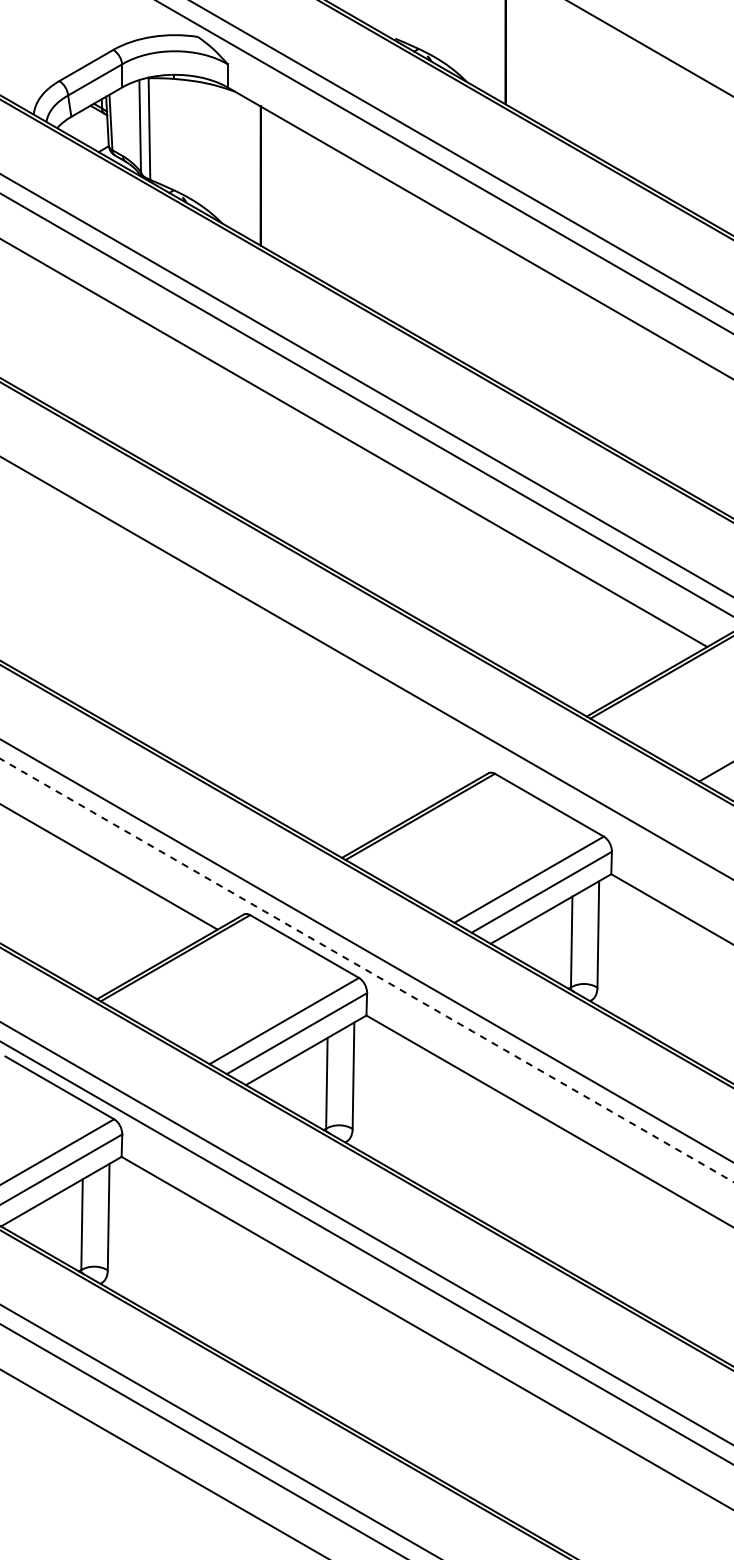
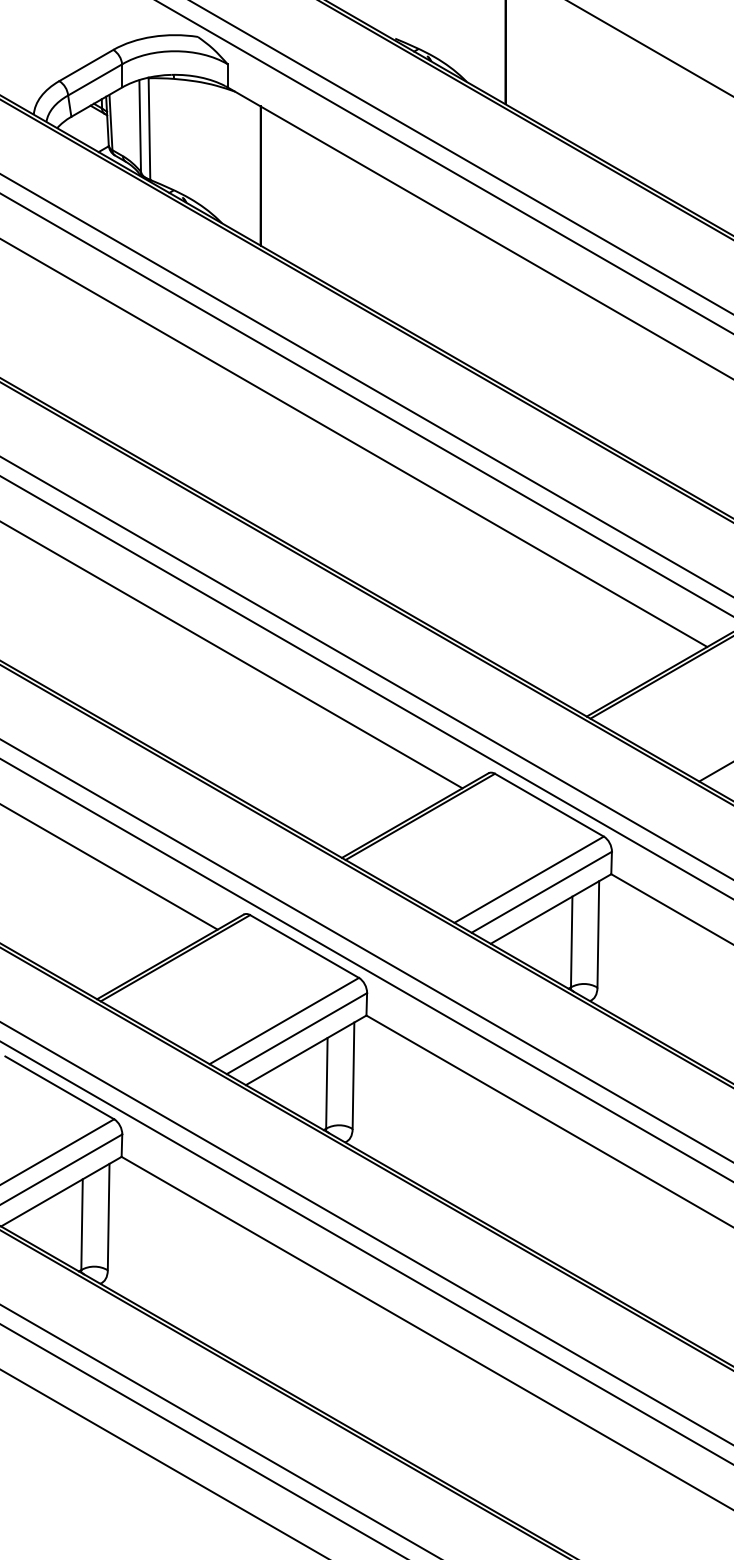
line at (232, 655): none -> present
line at (366, 687): none -> present
line at (366, 970): dashed -> solid
